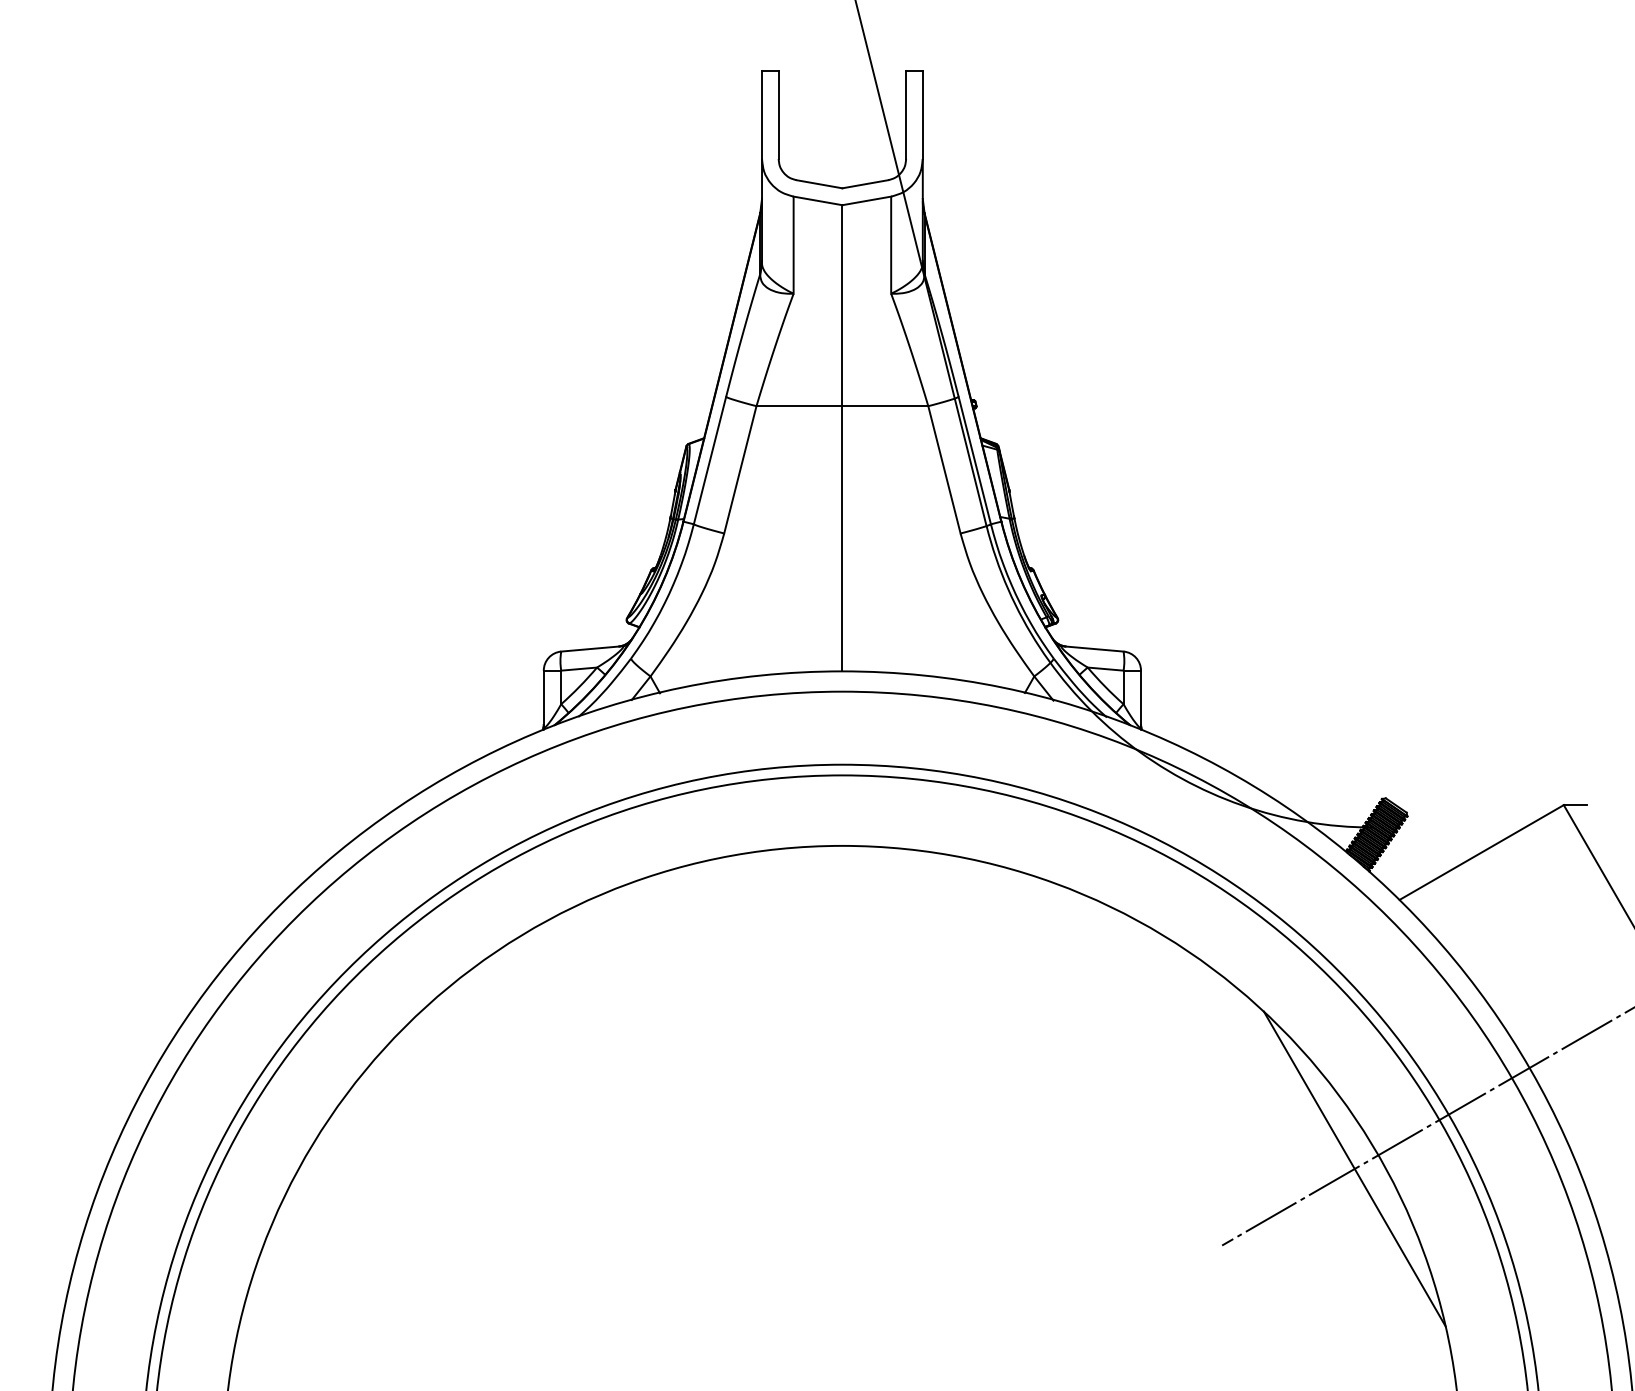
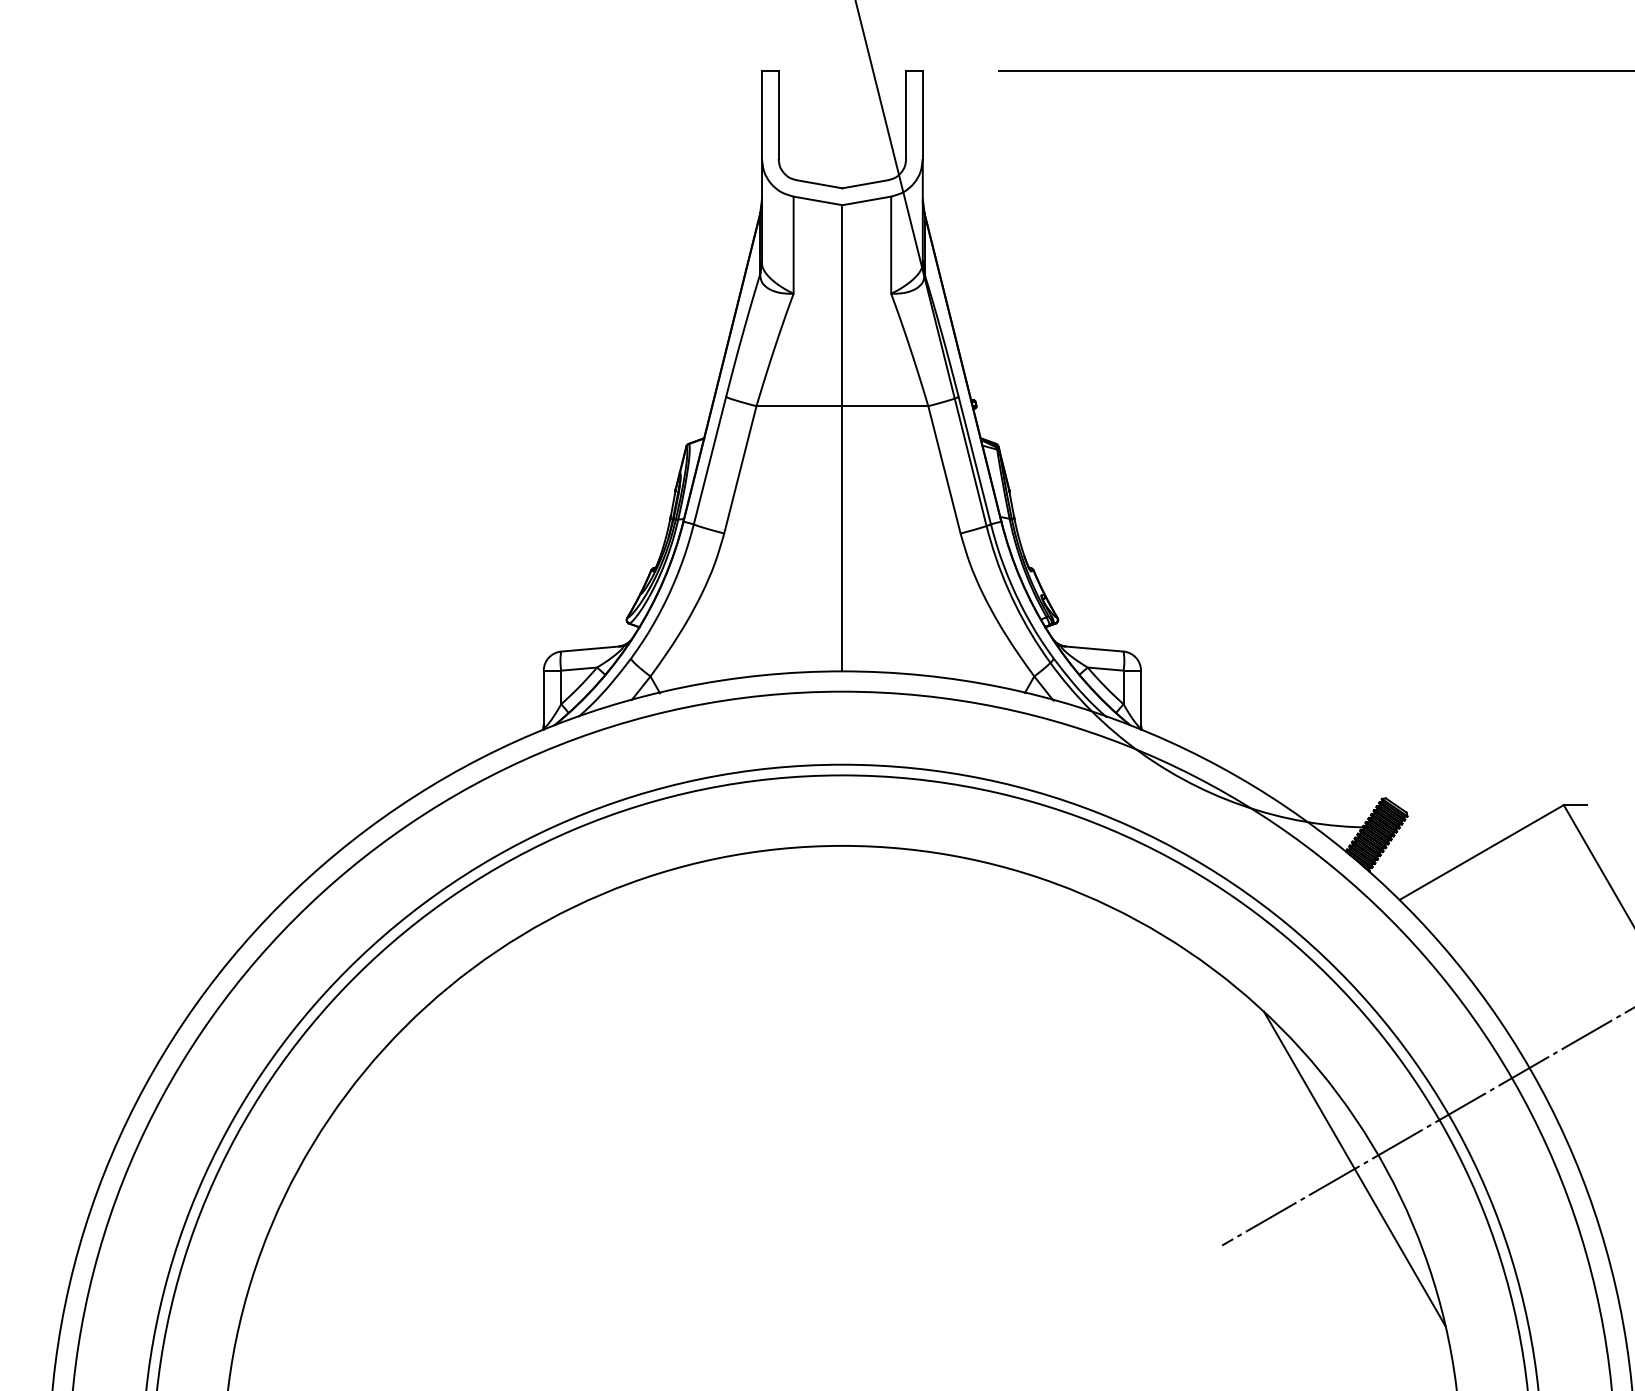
line at (1315, 71): none -> present
